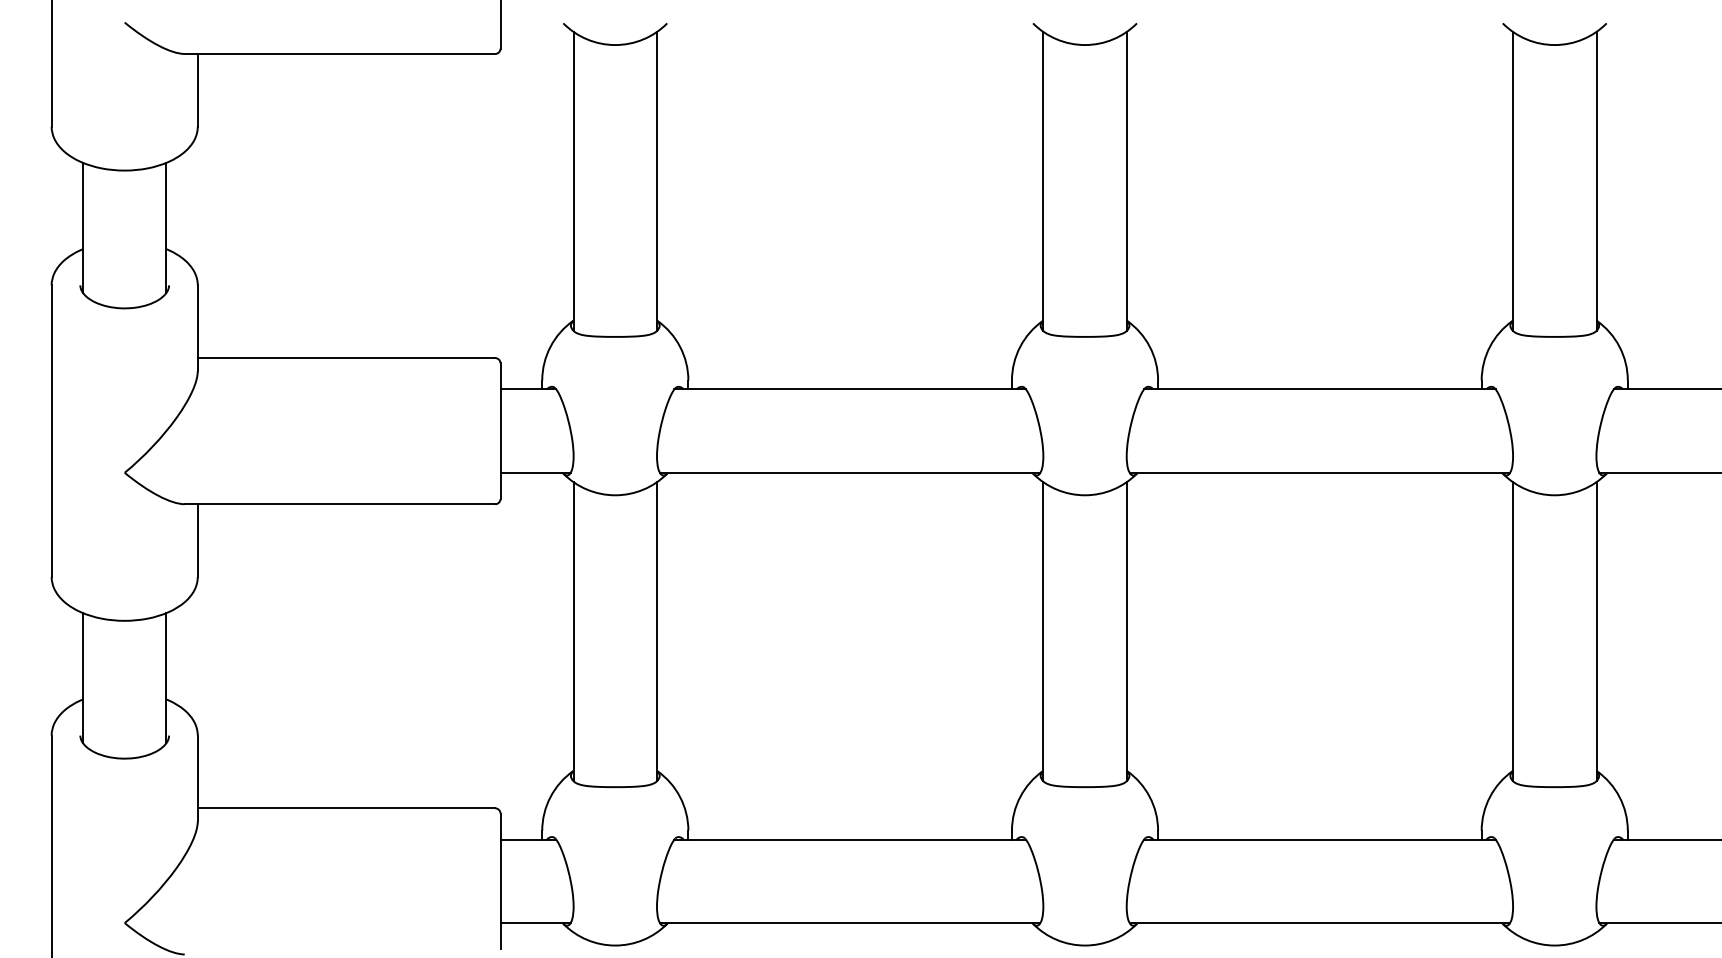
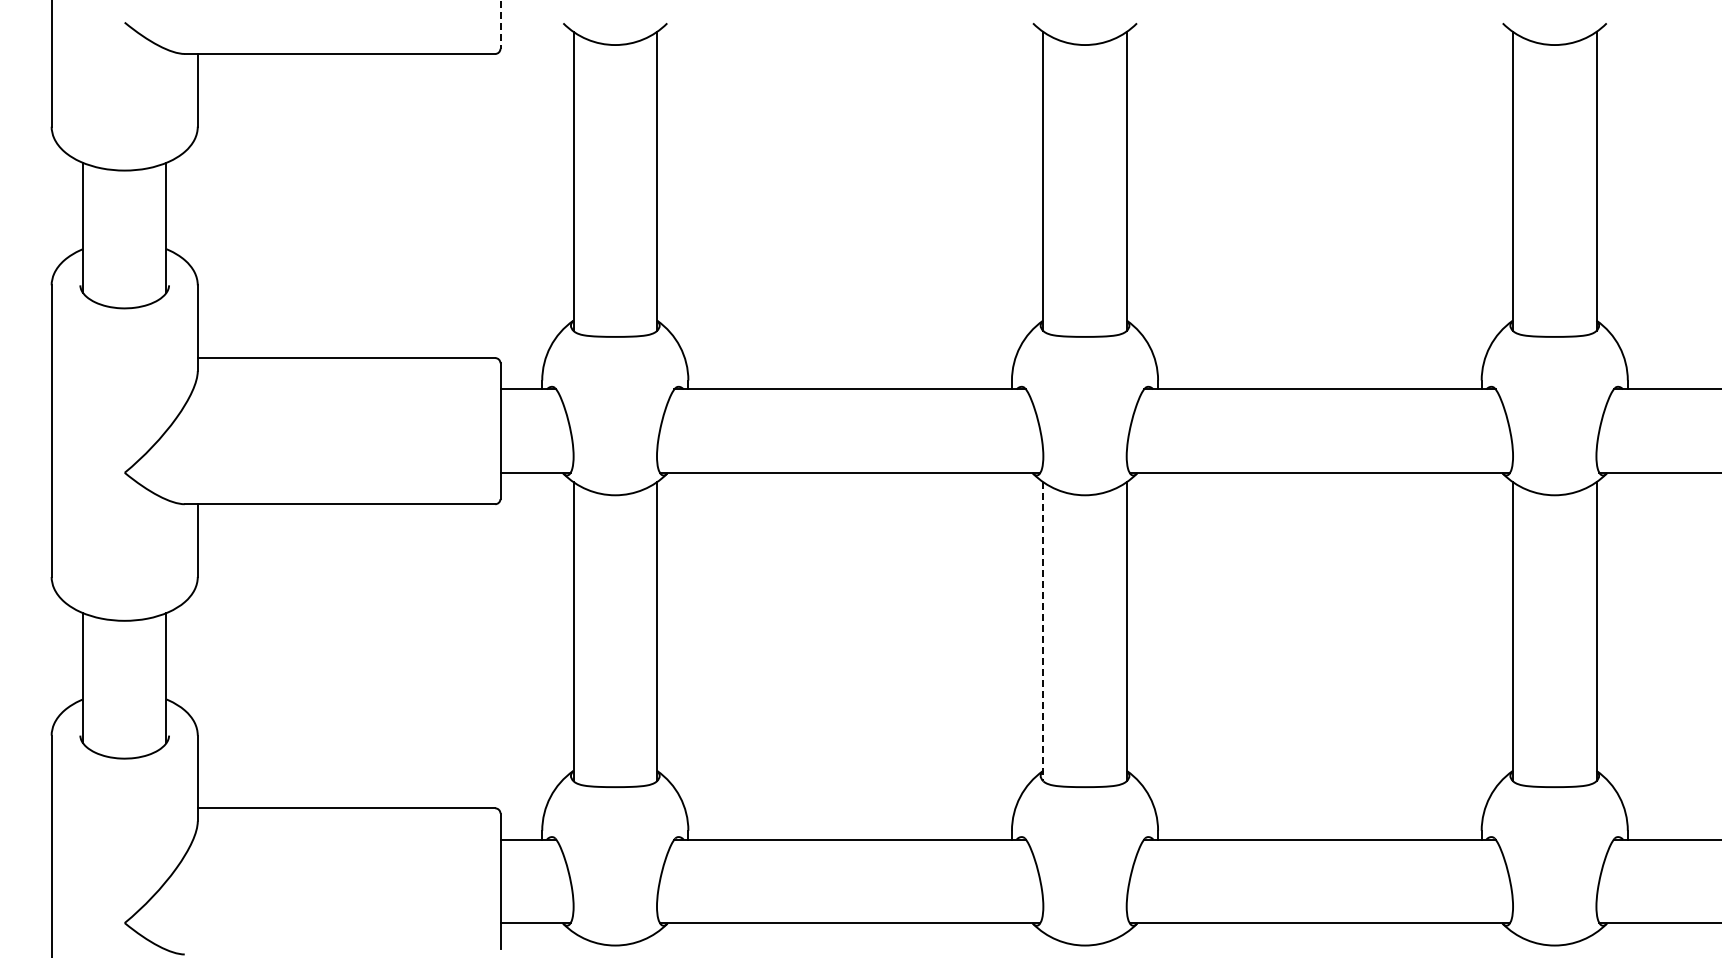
line at (500, 24): solid -> dashed
line at (1043, 632): solid -> dashed
